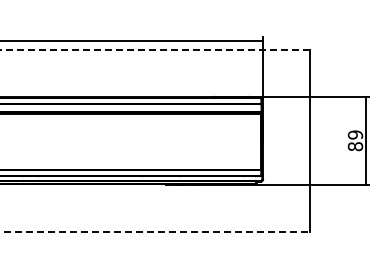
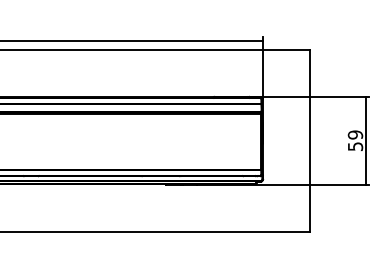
line at (155, 49): dashed -> solid
text at (355, 146): 89 -> 59
line at (155, 232): dashed -> solid
